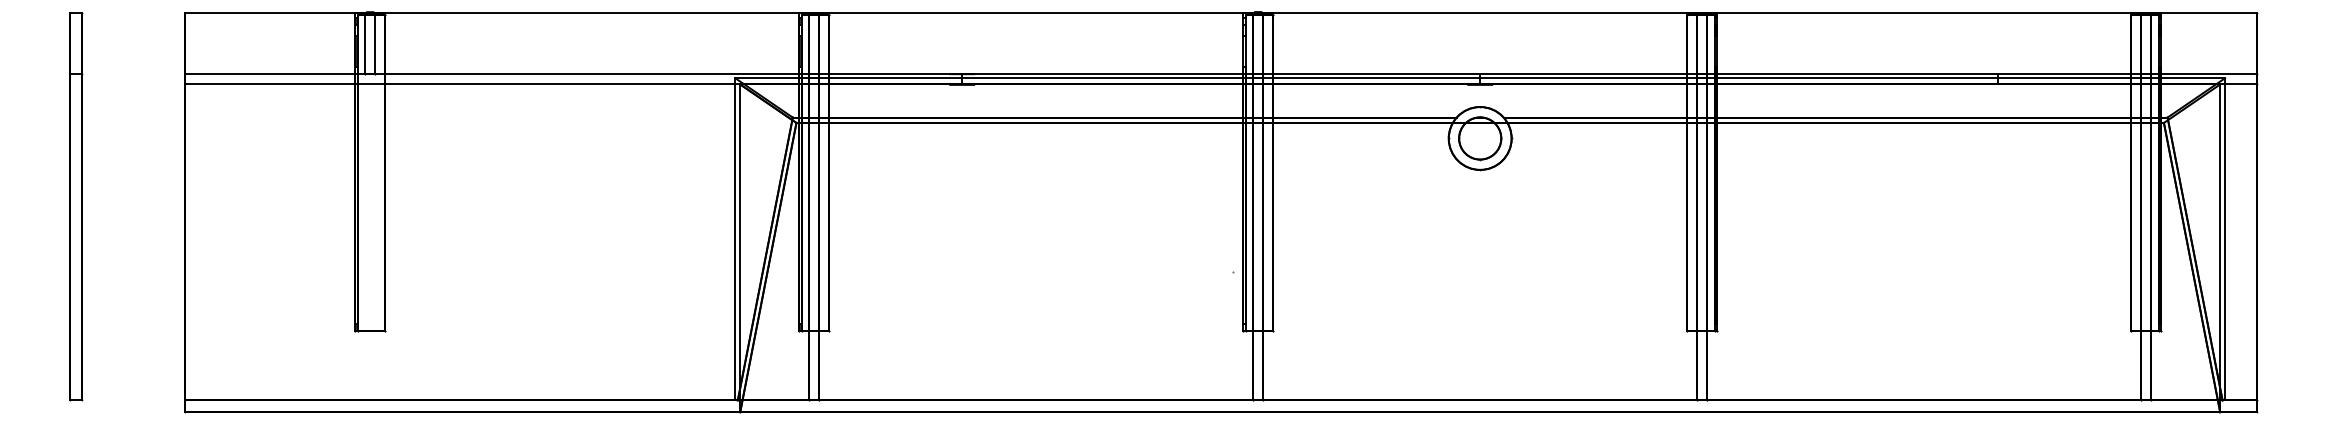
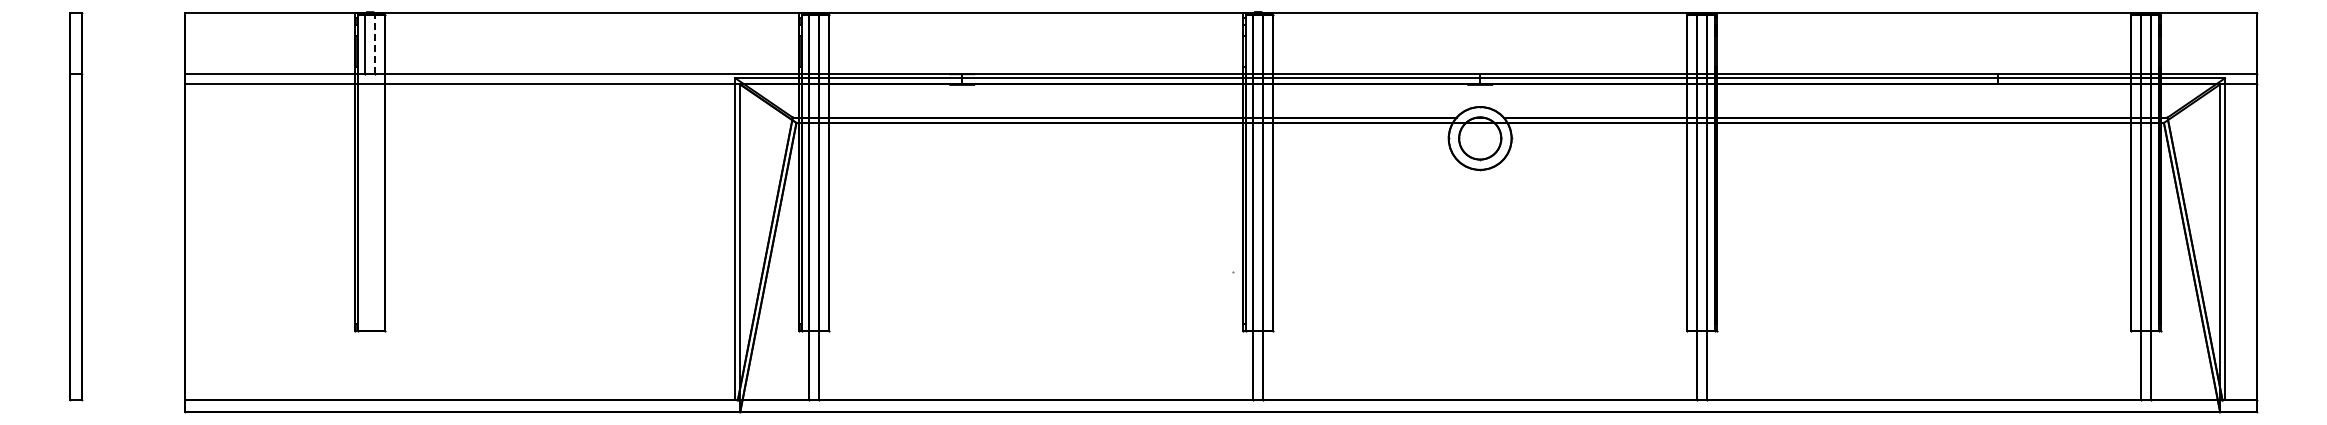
line at (375, 43): solid -> dashed
